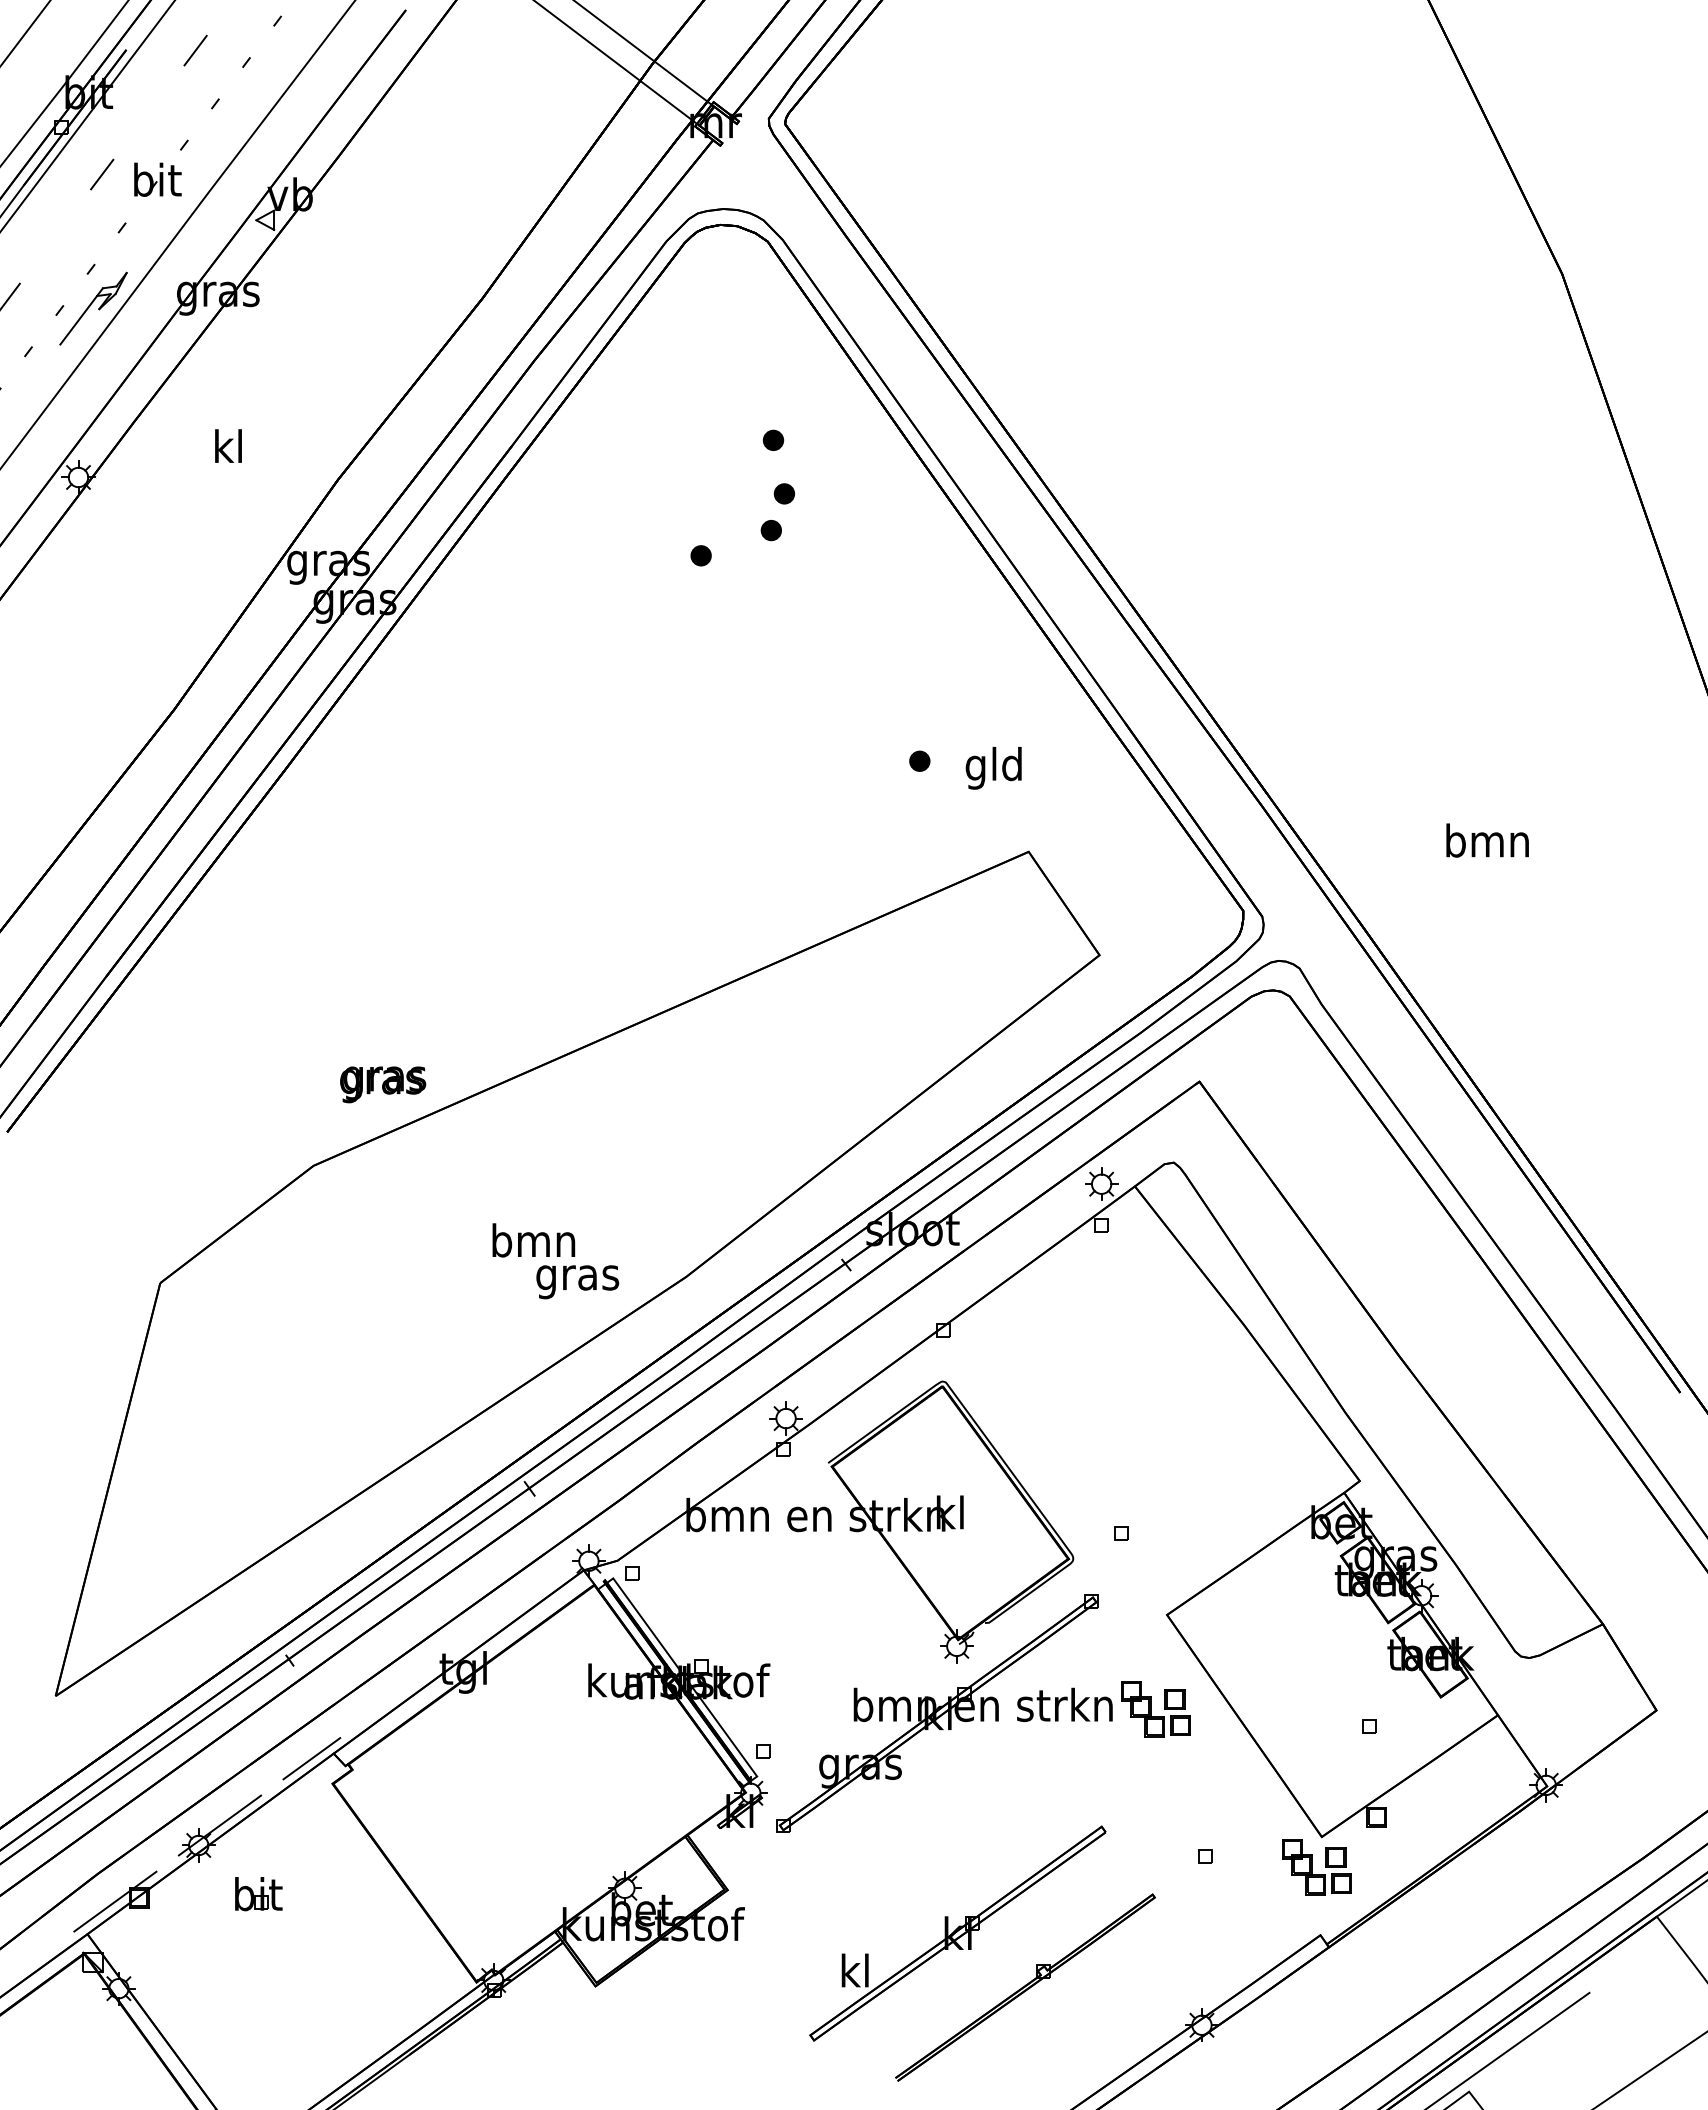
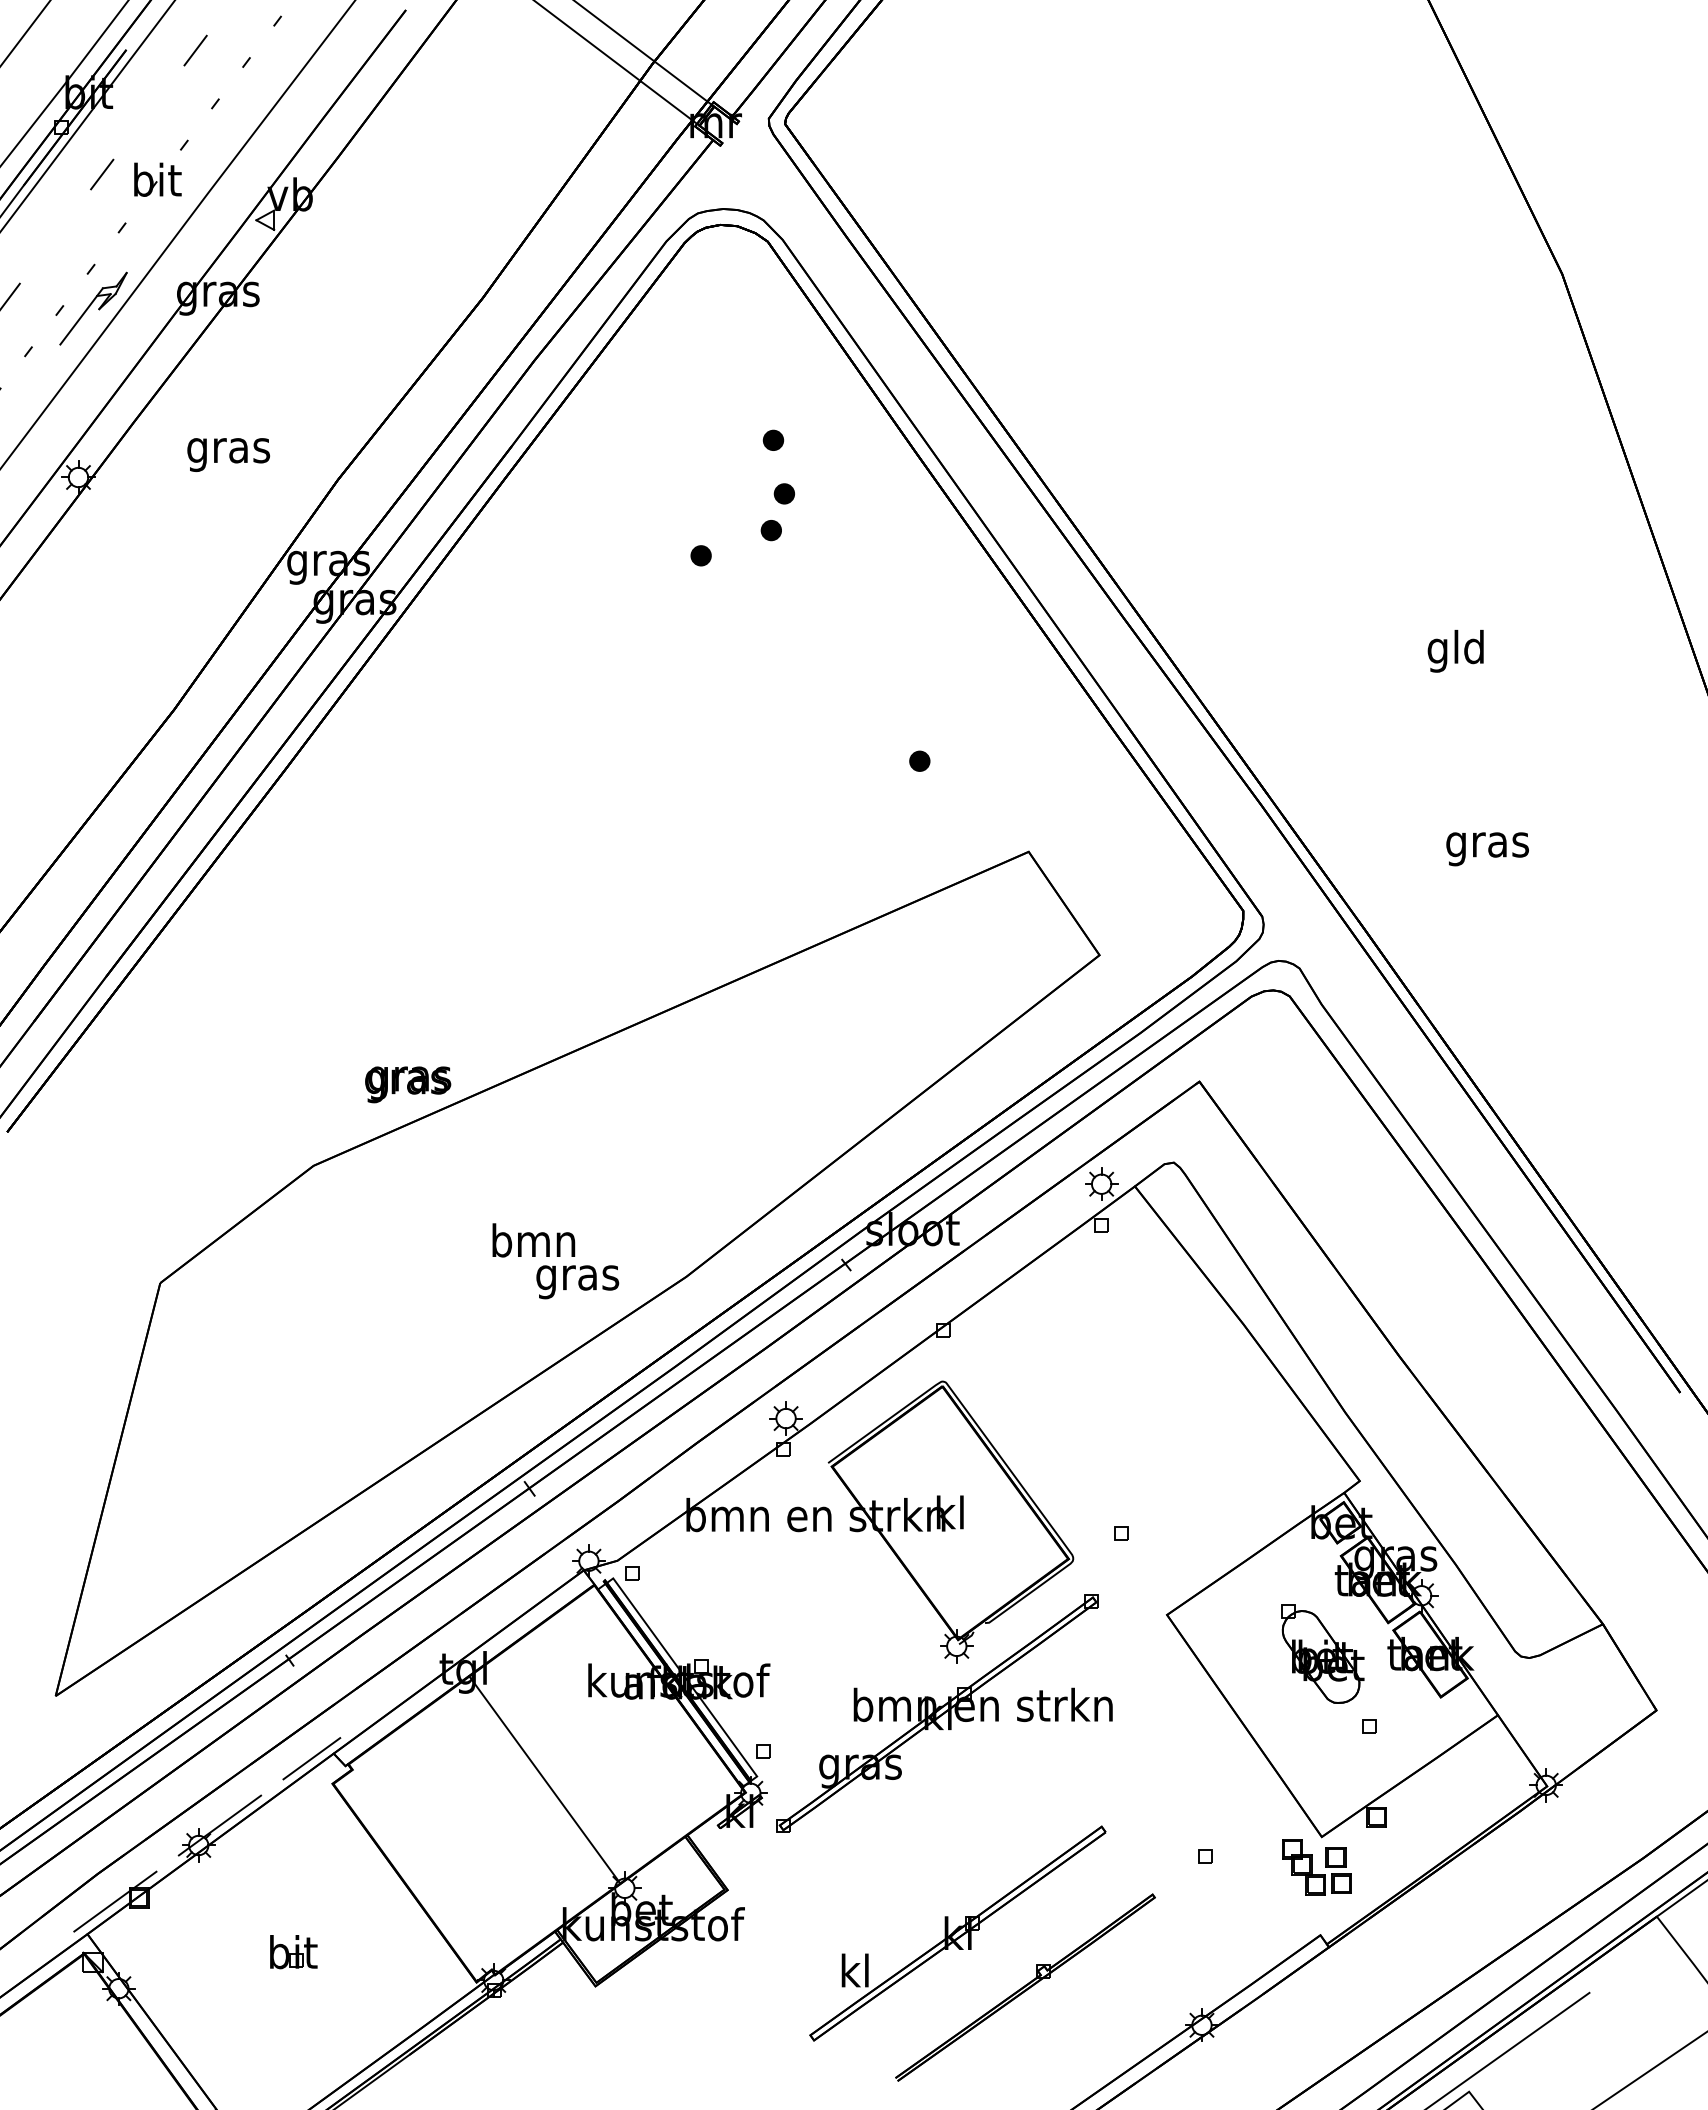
text at (228, 450): kl -> gras
text at (993, 768) position: (993, 768) -> (1455, 651)
text at (1487, 844): bmn -> gras
text at (383, 1084) position: (383, 1084) -> (408, 1084)
part at (1322, 1653): none -> present
part at (1155, 1709): present -> none
line at (544, 1779): none -> present
part at (258, 1894) position: (258, 1894) -> (293, 1952)
